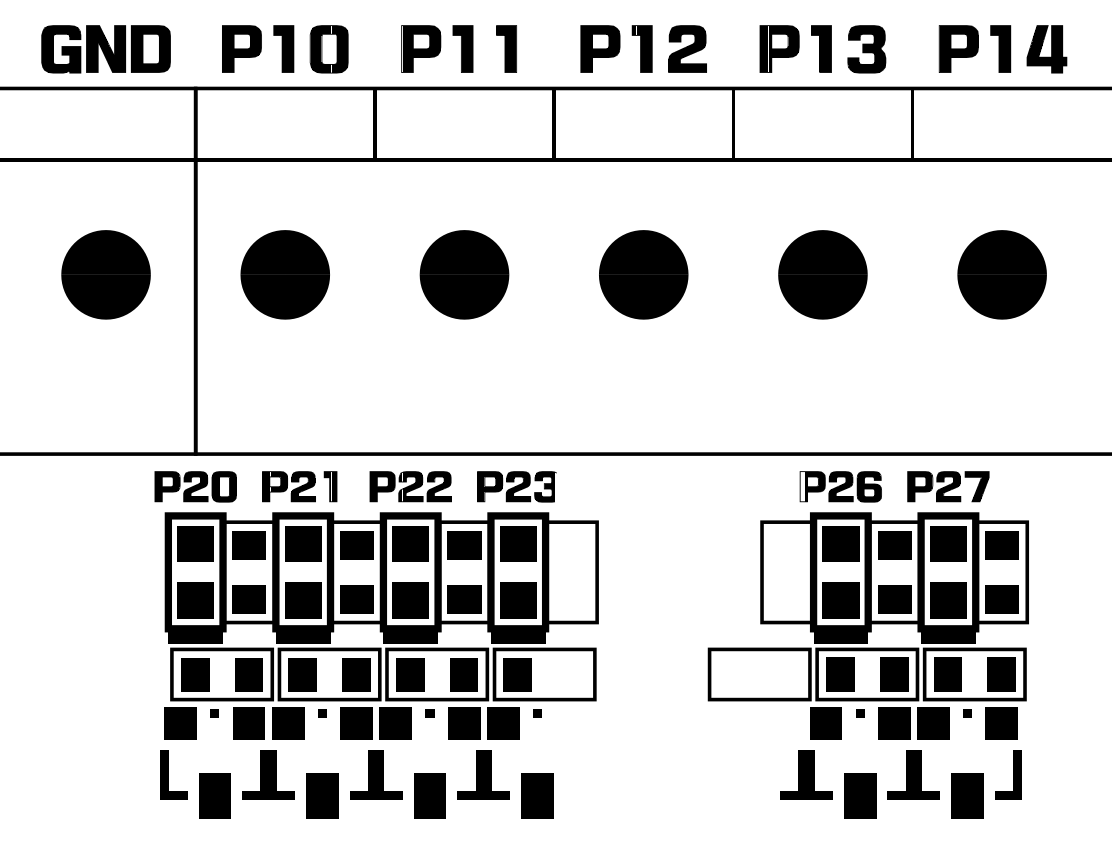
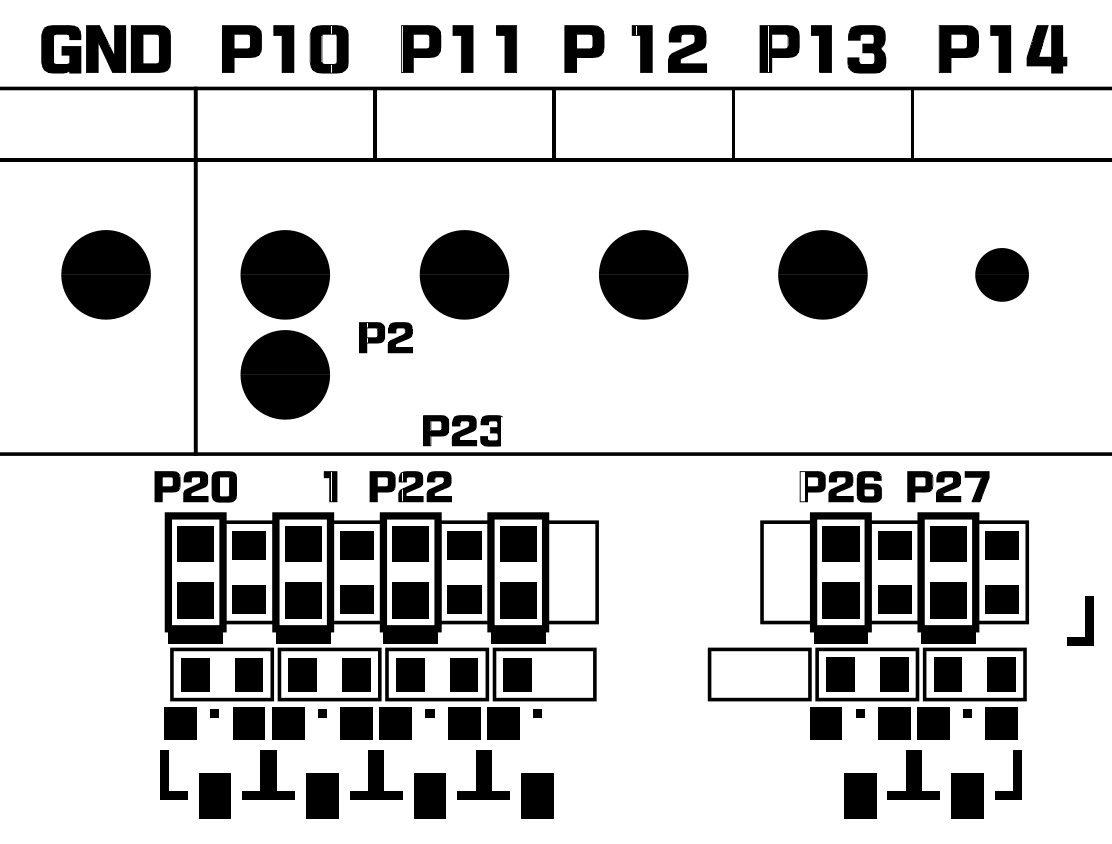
part at (600, 48) position: (600, 48) -> (584, 48)
part at (1001, 274) size: 90x90 px -> 54x54 px
part at (284, 374): none -> present
part at (288, 486) position: (288, 486) -> (385, 337)
part at (516, 486) position: (516, 486) -> (462, 430)
line at (1085, 620): none -> present
part at (806, 774): present -> none
